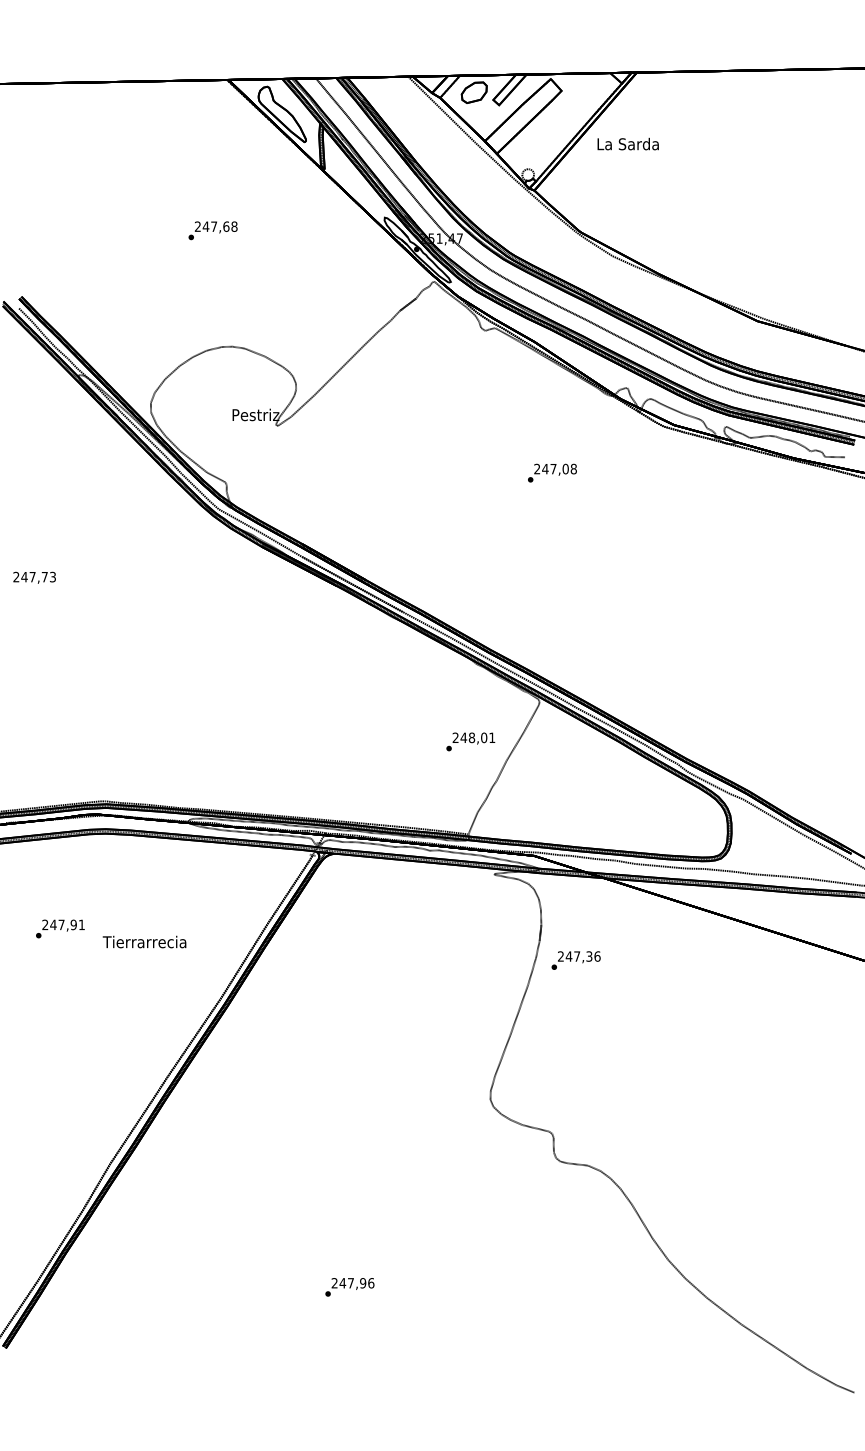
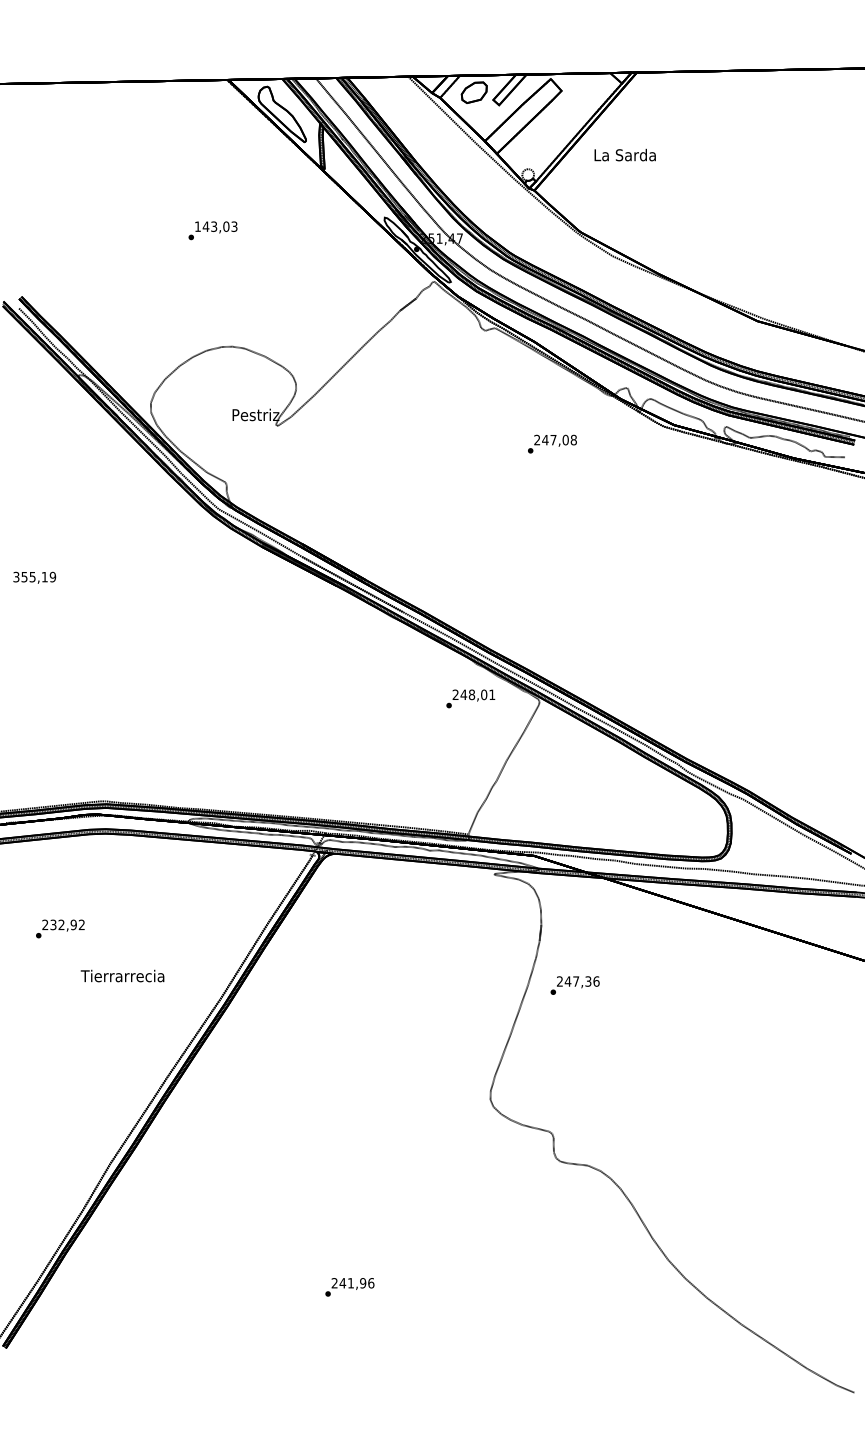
text at (627, 143) position: (627, 143) -> (624, 154)
text at (215, 226): 247,68 -> 143,03
text at (552, 472) position: (552, 472) -> (552, 443)
text at (34, 577): 247,73 -> 355,19
text at (470, 741) position: (470, 741) -> (470, 698)
text at (67, 924): 247,91 -> 232,92
text at (144, 941) position: (144, 941) -> (122, 975)
text at (575, 960) position: (575, 960) -> (574, 985)
text at (350, 1283): 247,96 -> 241,96
